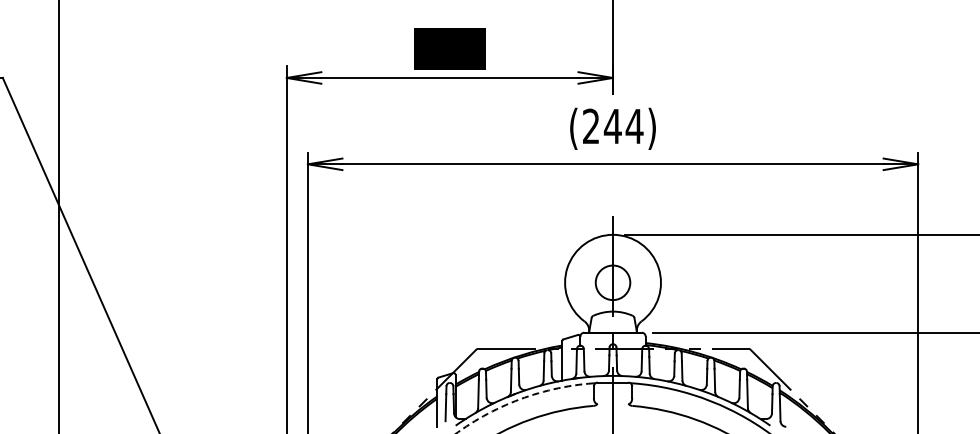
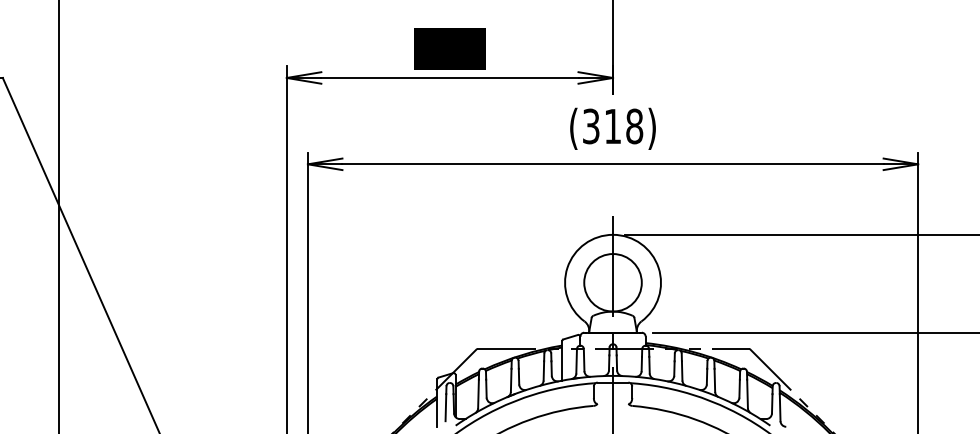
text at (613, 126): (244) -> (318)
circle at (612, 282) diameter: 35 px -> 58 px
arc at (521, 398): dashed -> solid
